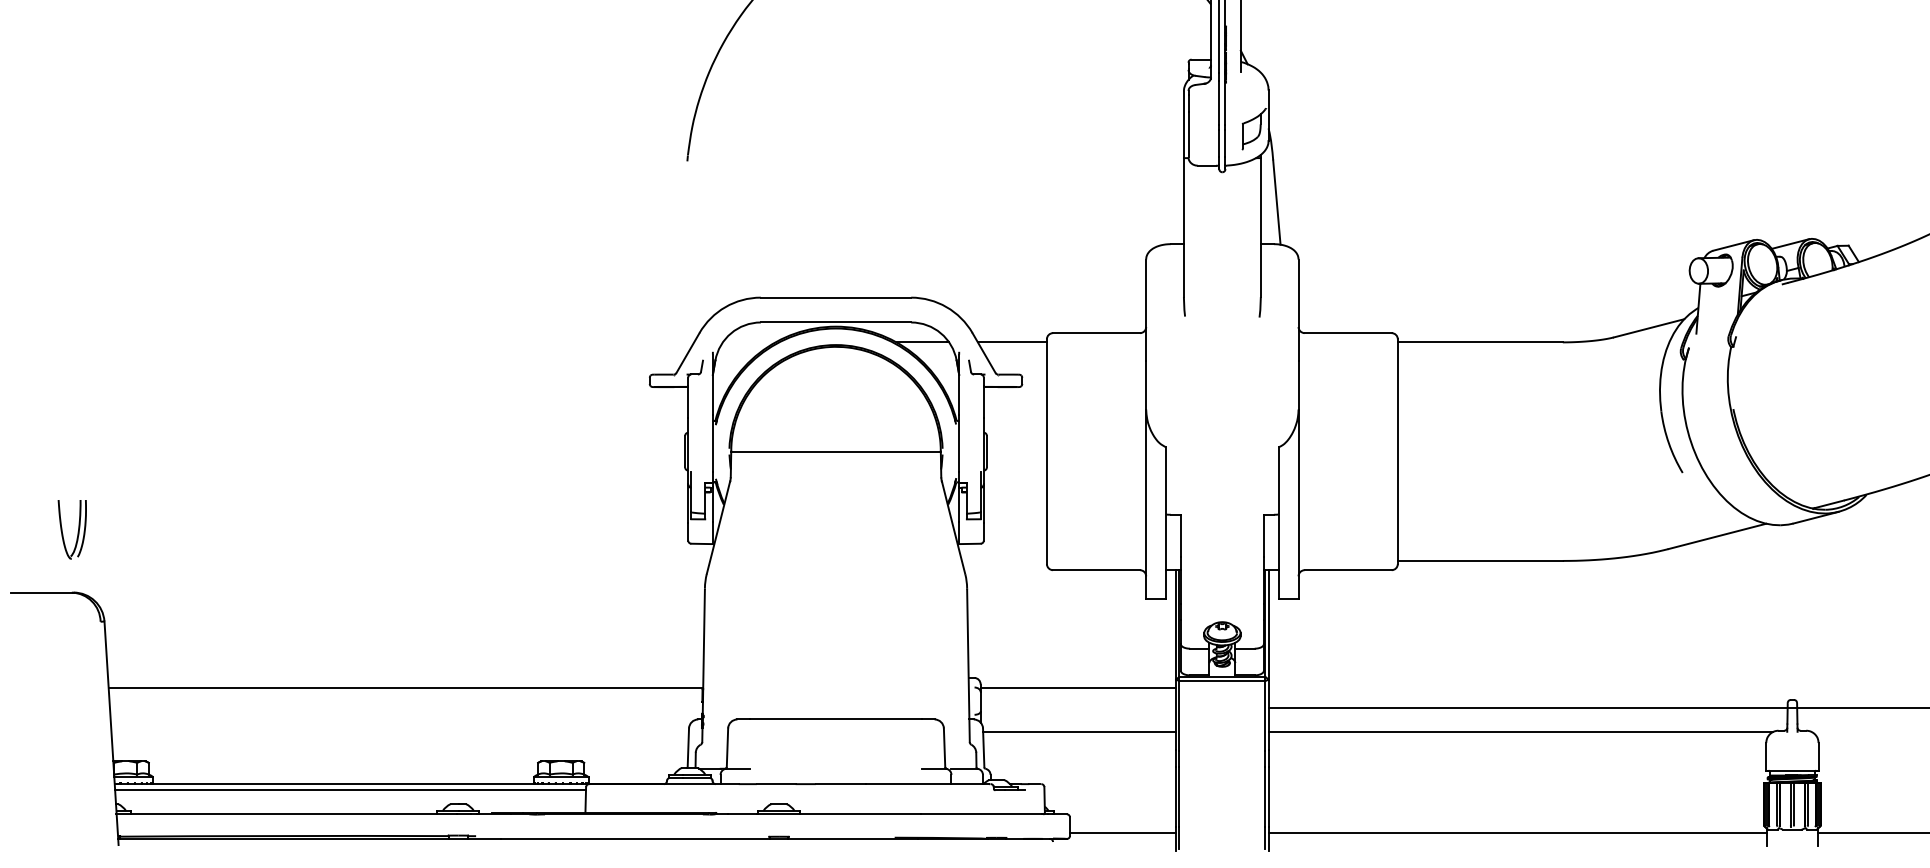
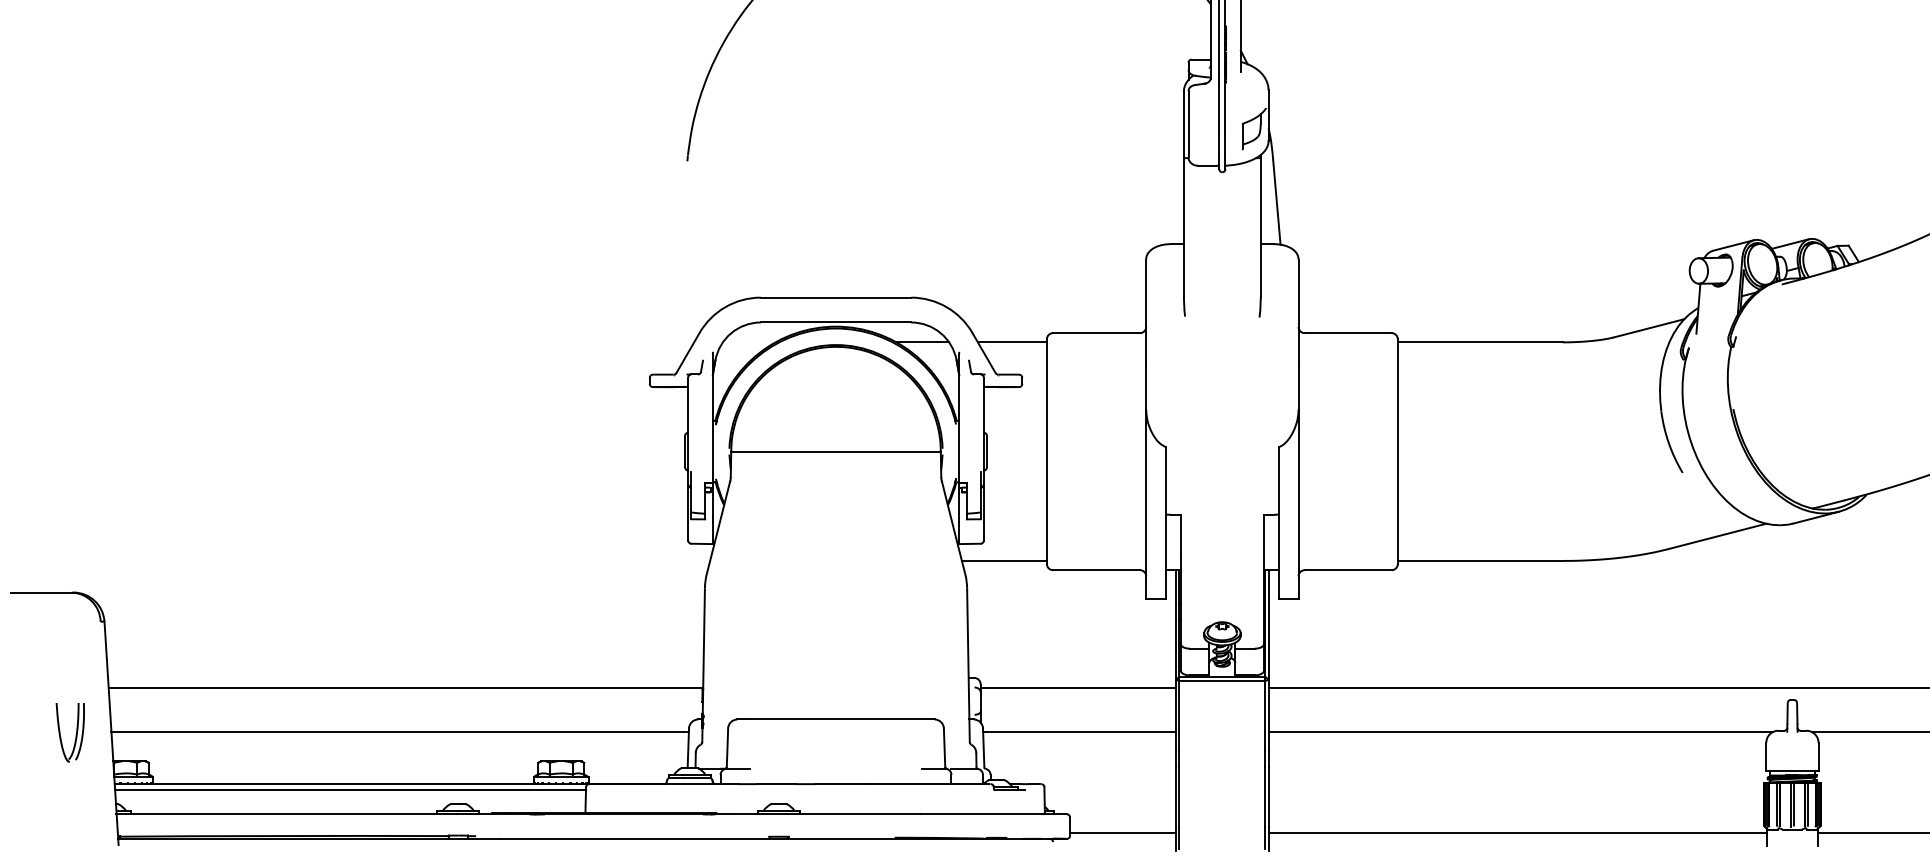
part at (77, 531) position: (77, 531) -> (75, 734)
line at (1003, 560): none -> present
line at (1597, 707) position: (1597, 707) -> (1597, 687)
line at (399, 732): none -> present
line at (1869, 732): none -> present
